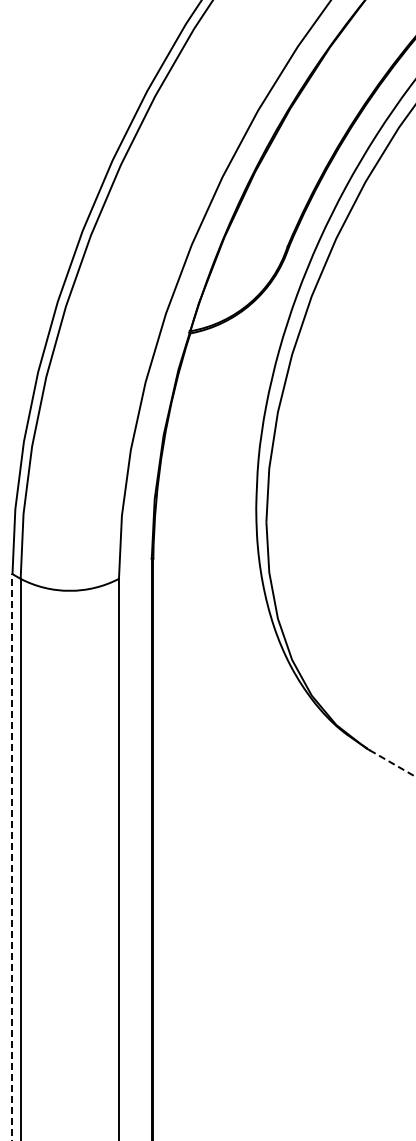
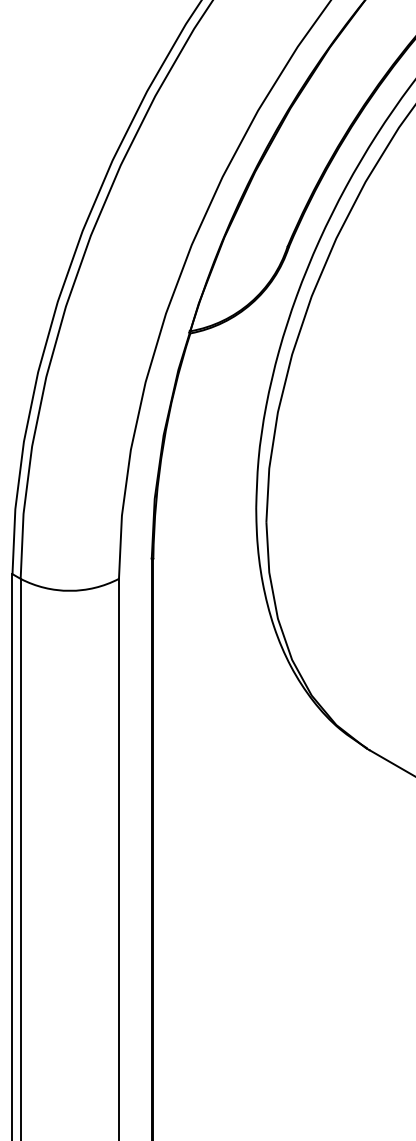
line at (392, 763): dashed -> solid
line at (12, 857): dashed -> solid
